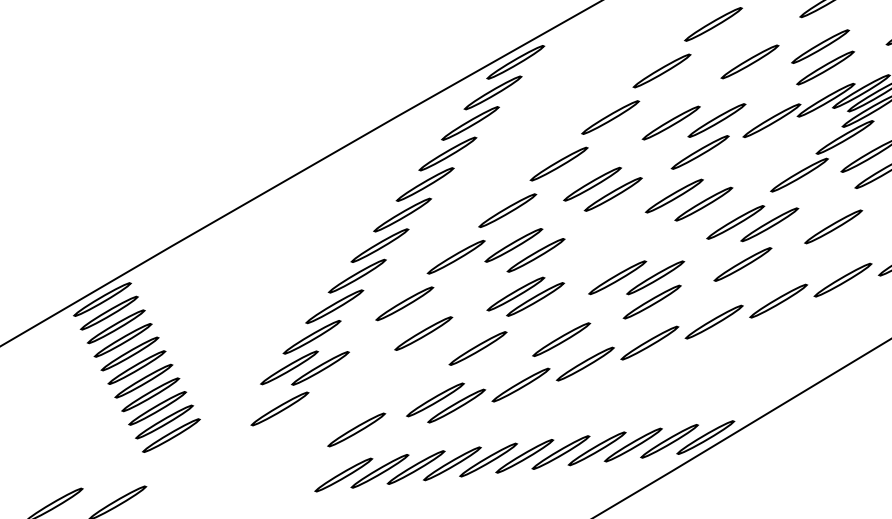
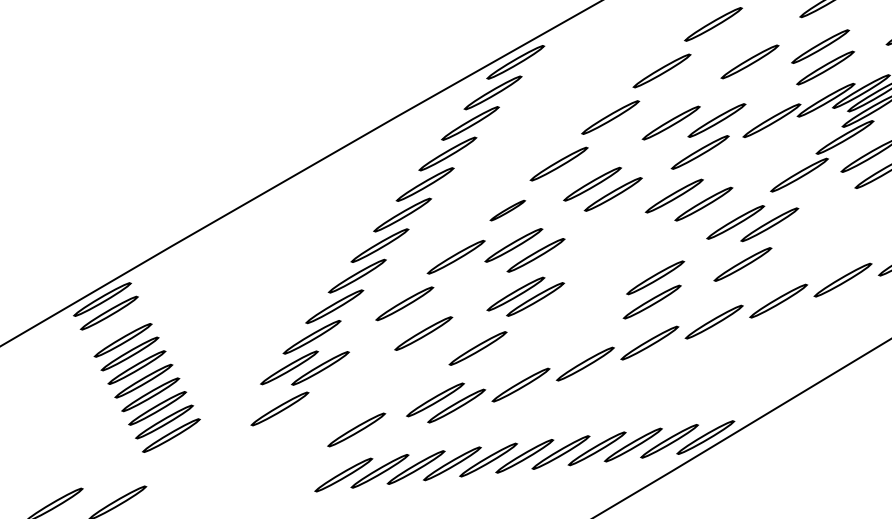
part at (507, 210) size: 60x35 px -> 38x23 px
part at (833, 226): present -> none
part at (617, 277): present -> none
part at (115, 326): present -> none
part at (561, 339): present -> none
